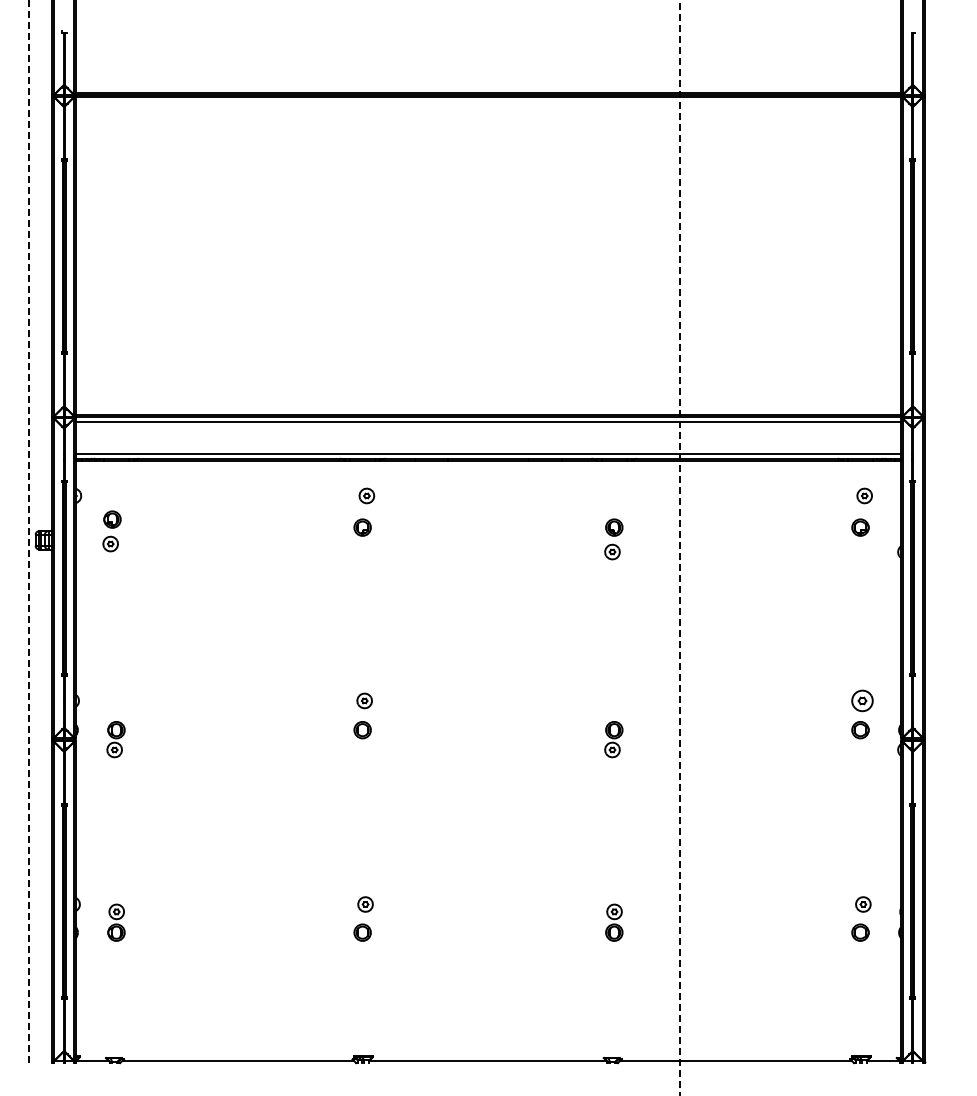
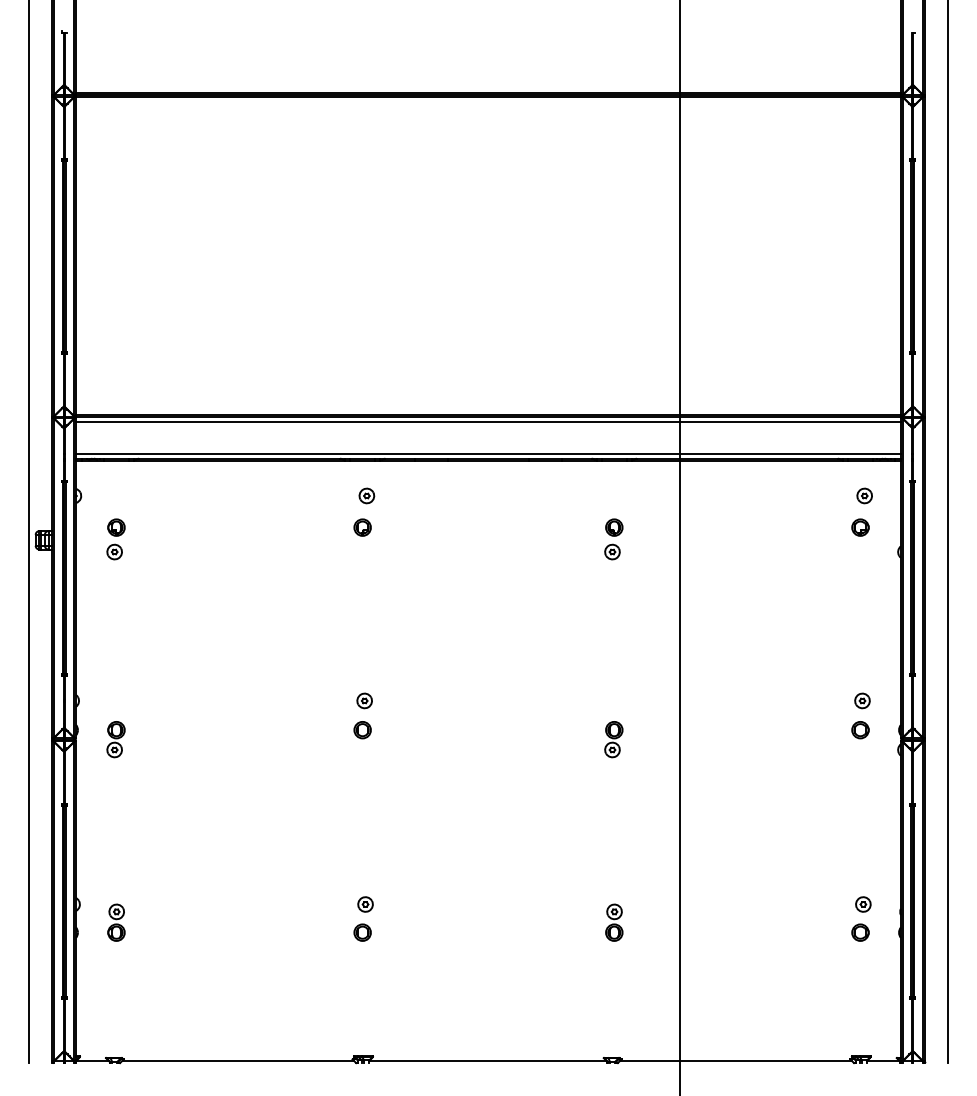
line at (29, 531): dashed -> solid
part at (111, 531) position: (111, 531) -> (115, 539)
line at (947, 532): none -> present
line at (679, 548): dashed -> solid
part at (862, 700) size: 23x24 px -> 17x18 px
